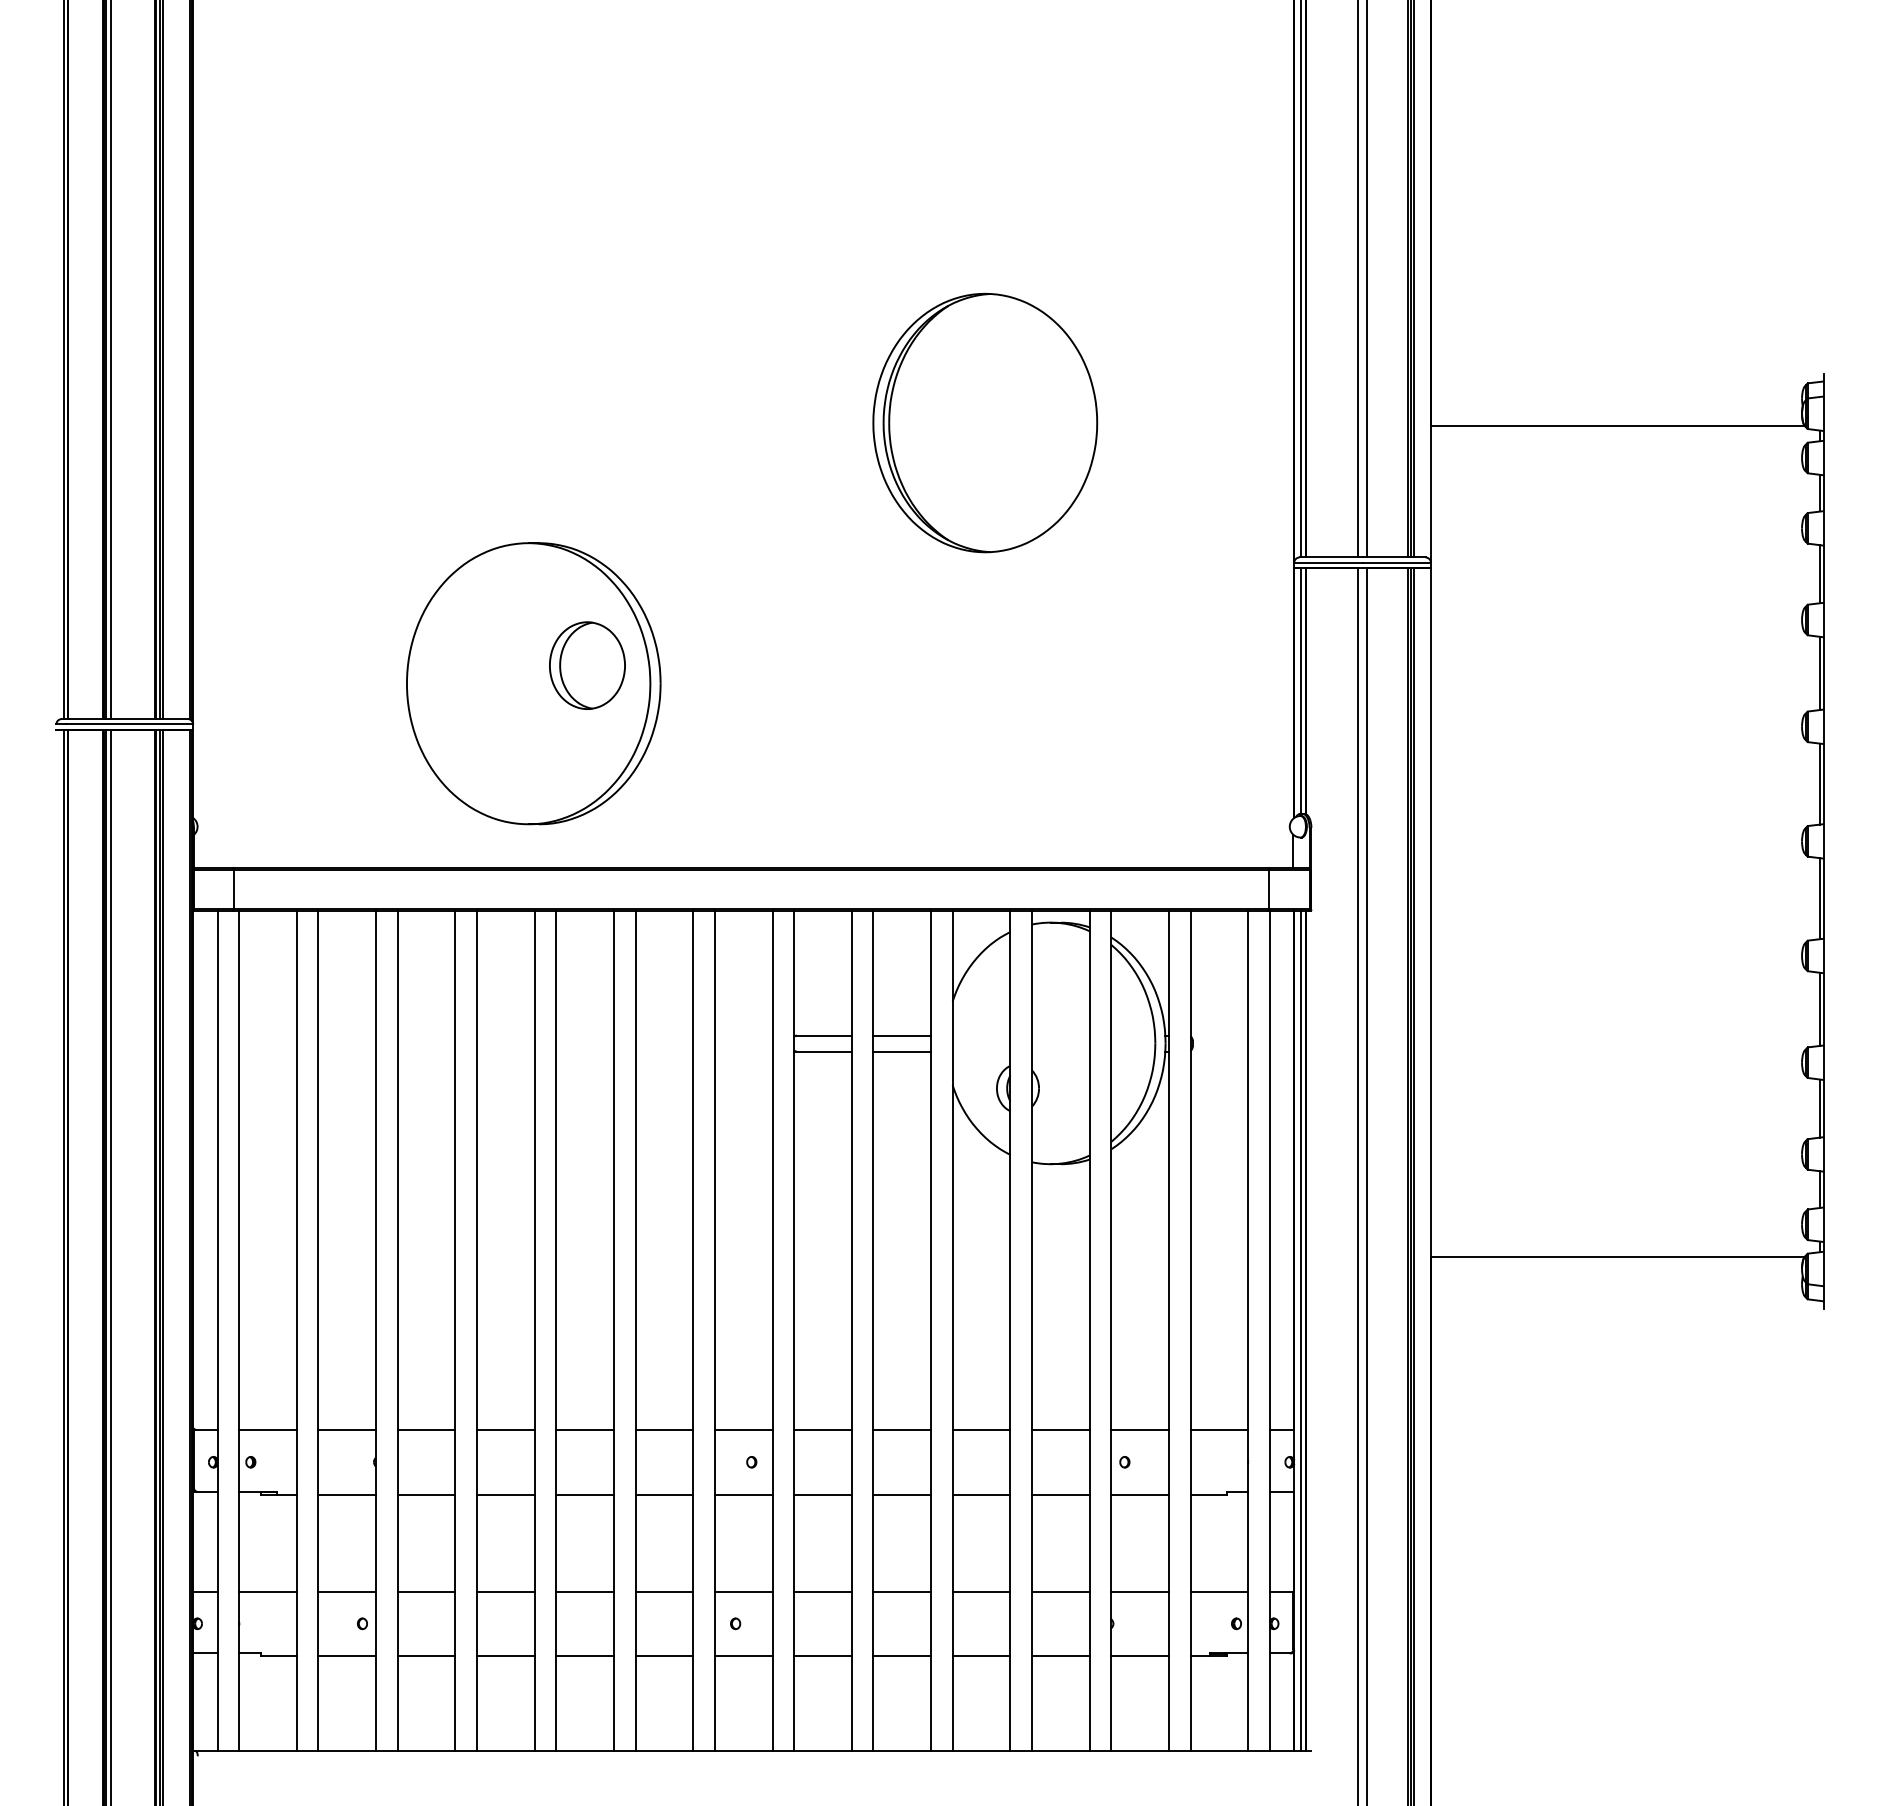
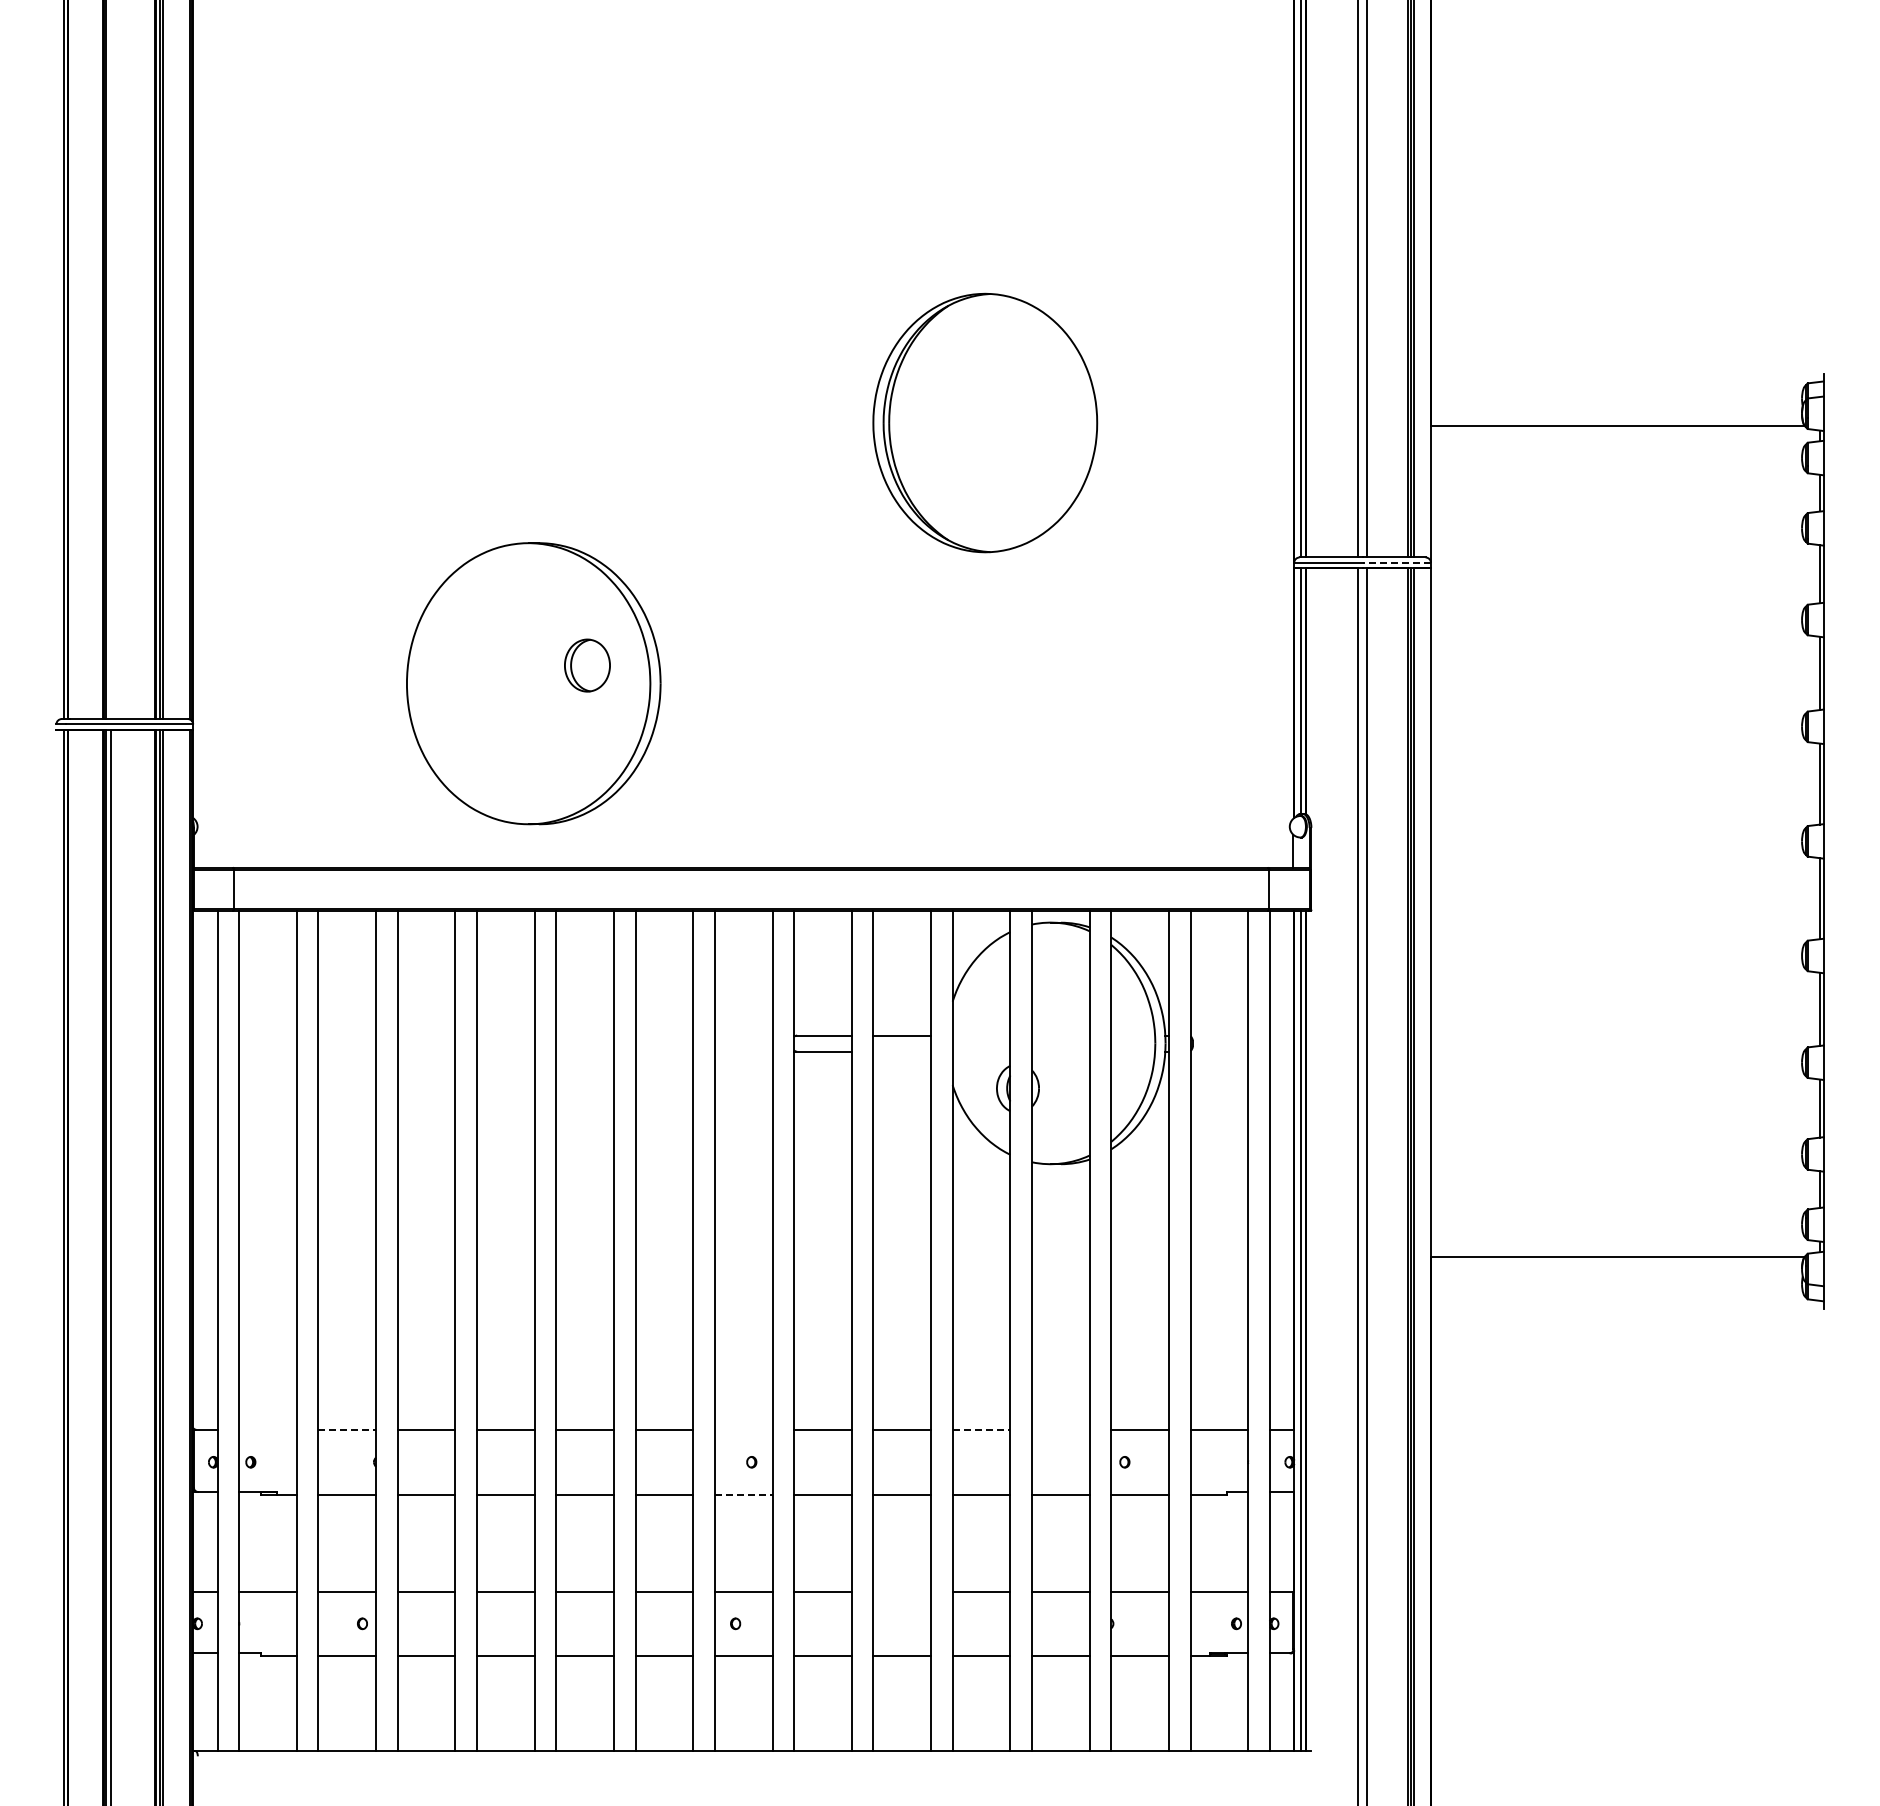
line at (111, 360): present -> none
line at (1396, 562): solid -> dashed
part at (587, 665) size: 77x89 px -> 47x55 px
line at (902, 1051): present -> none
line at (267, 1429): present -> none
line at (347, 1429): solid -> dashed
line at (743, 1429): present -> none
line at (981, 1429): solid -> dashed
line at (1060, 1429): present -> none
line at (743, 1494): solid -> dashed
line at (902, 1591): present -> none
